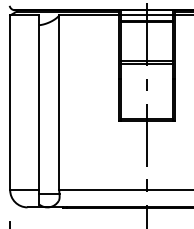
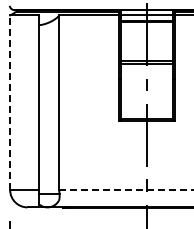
line at (10, 102): solid -> dashed
line at (127, 190): solid -> dashed
